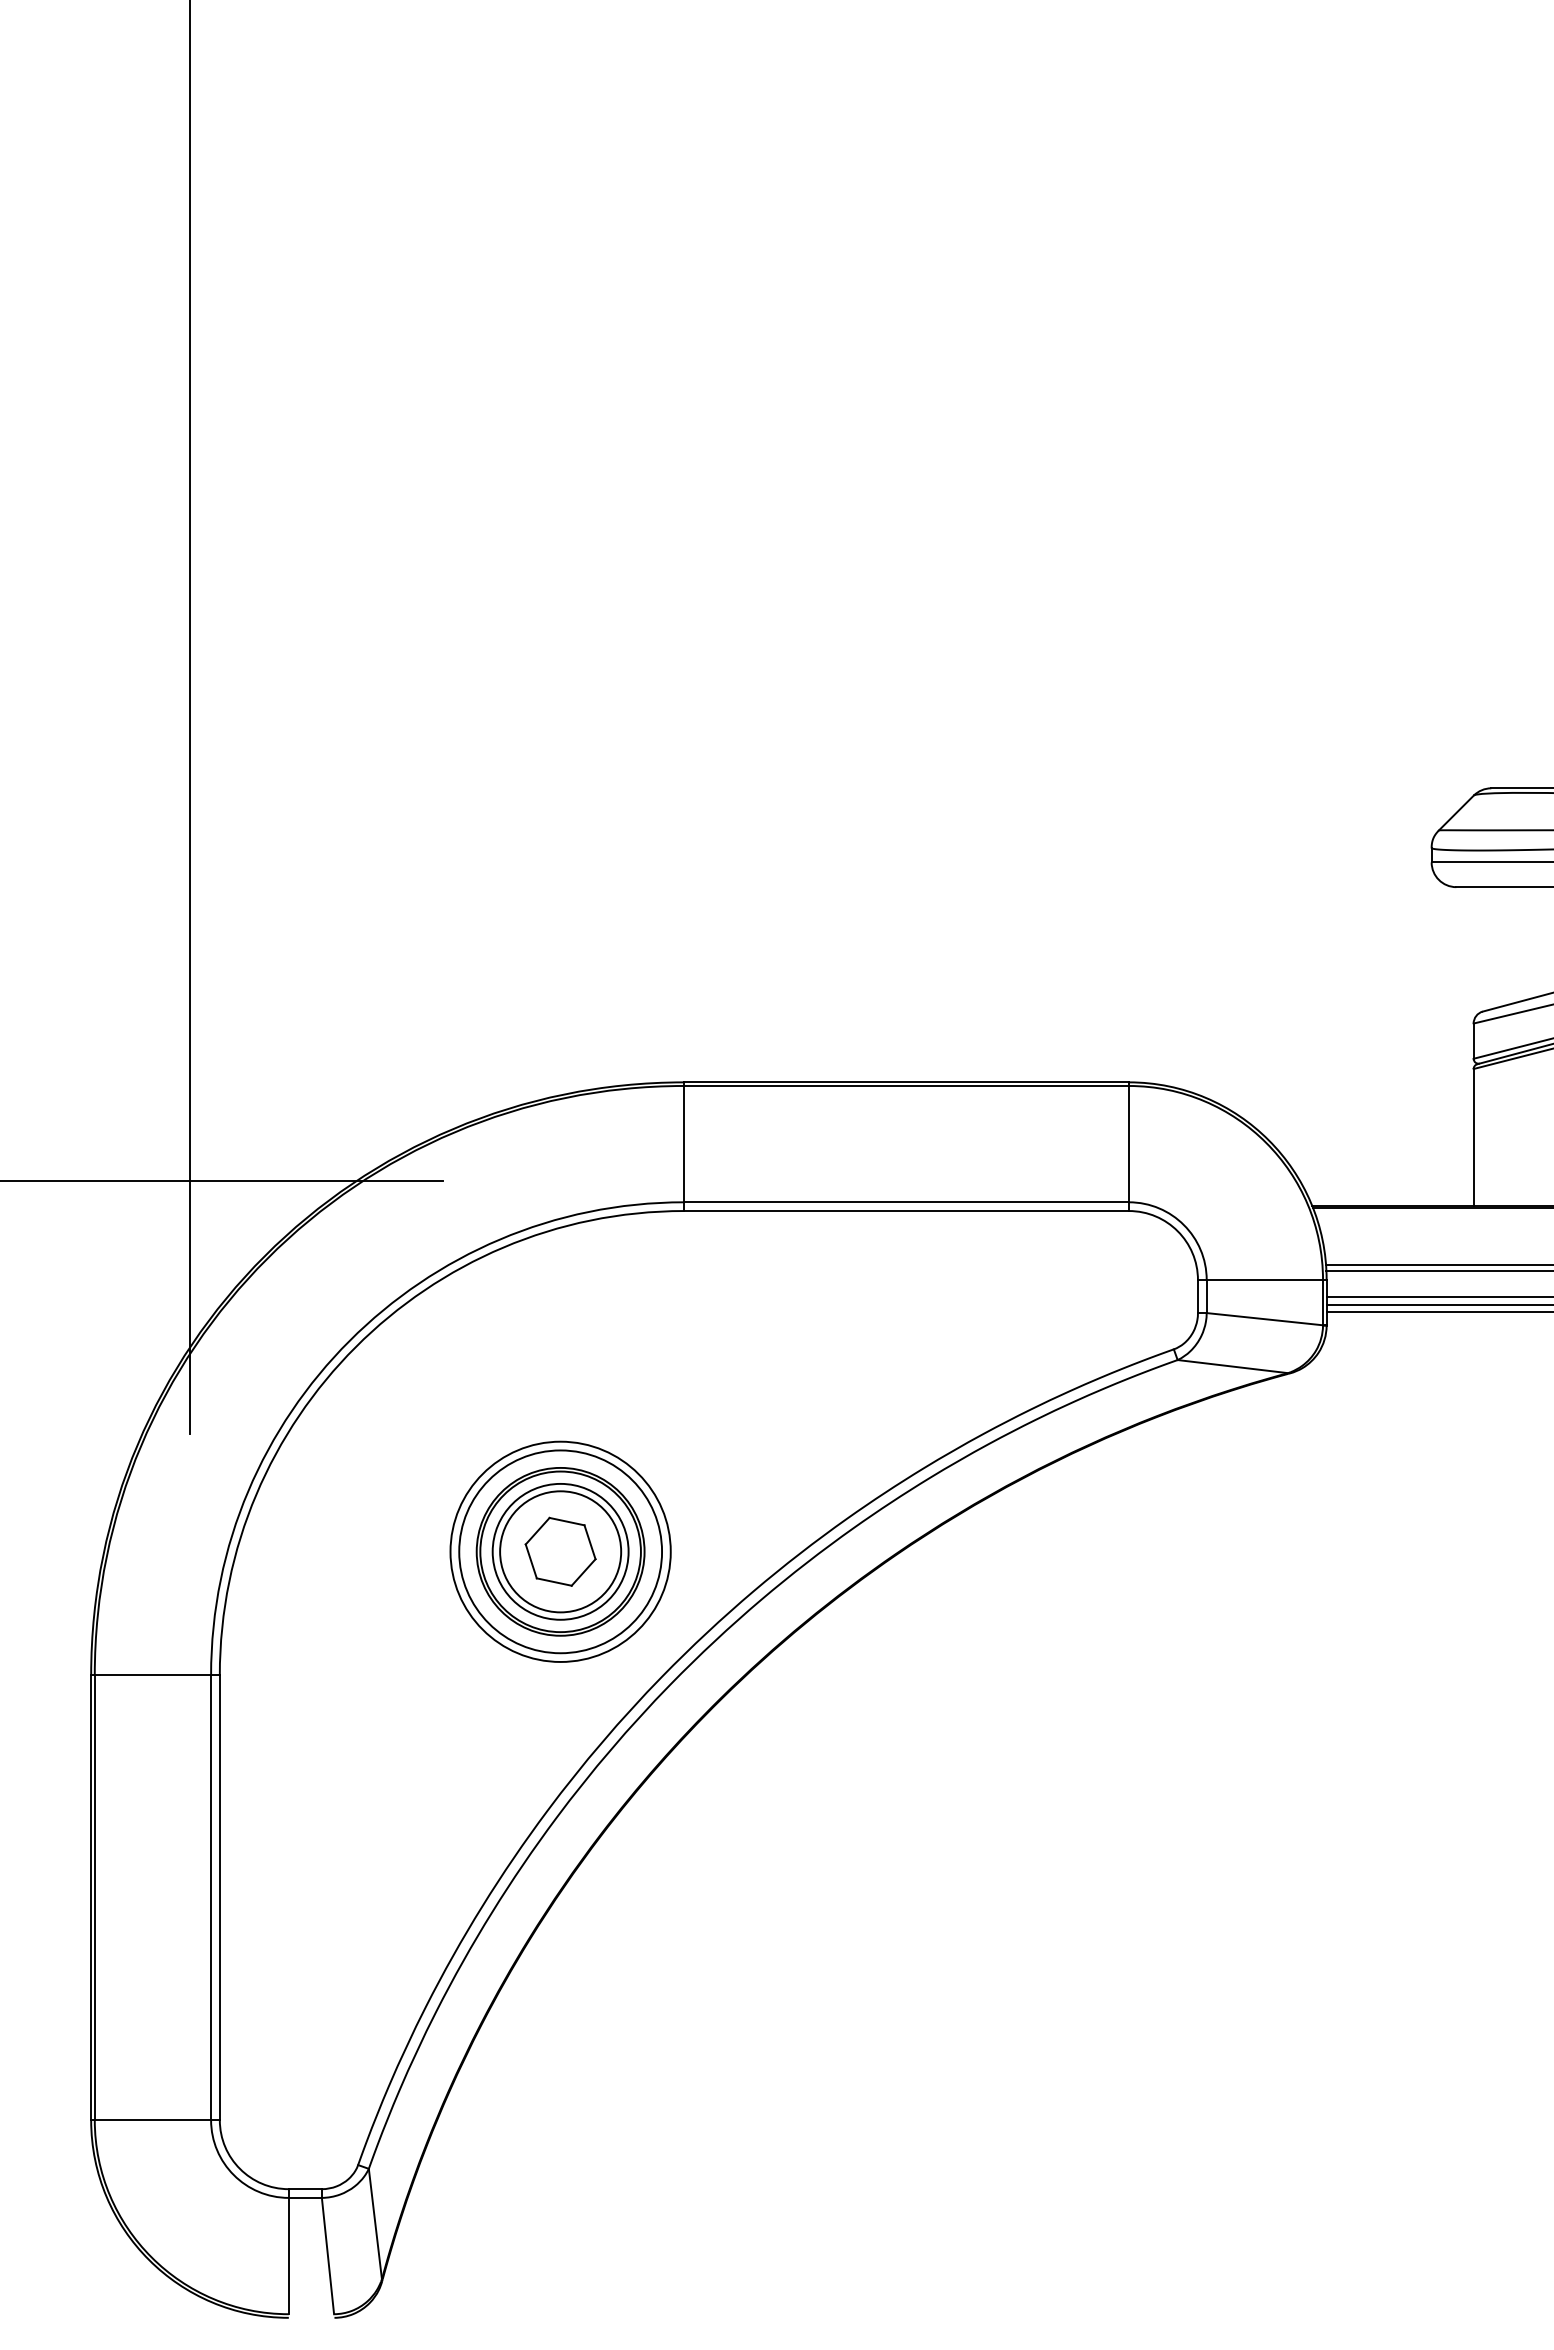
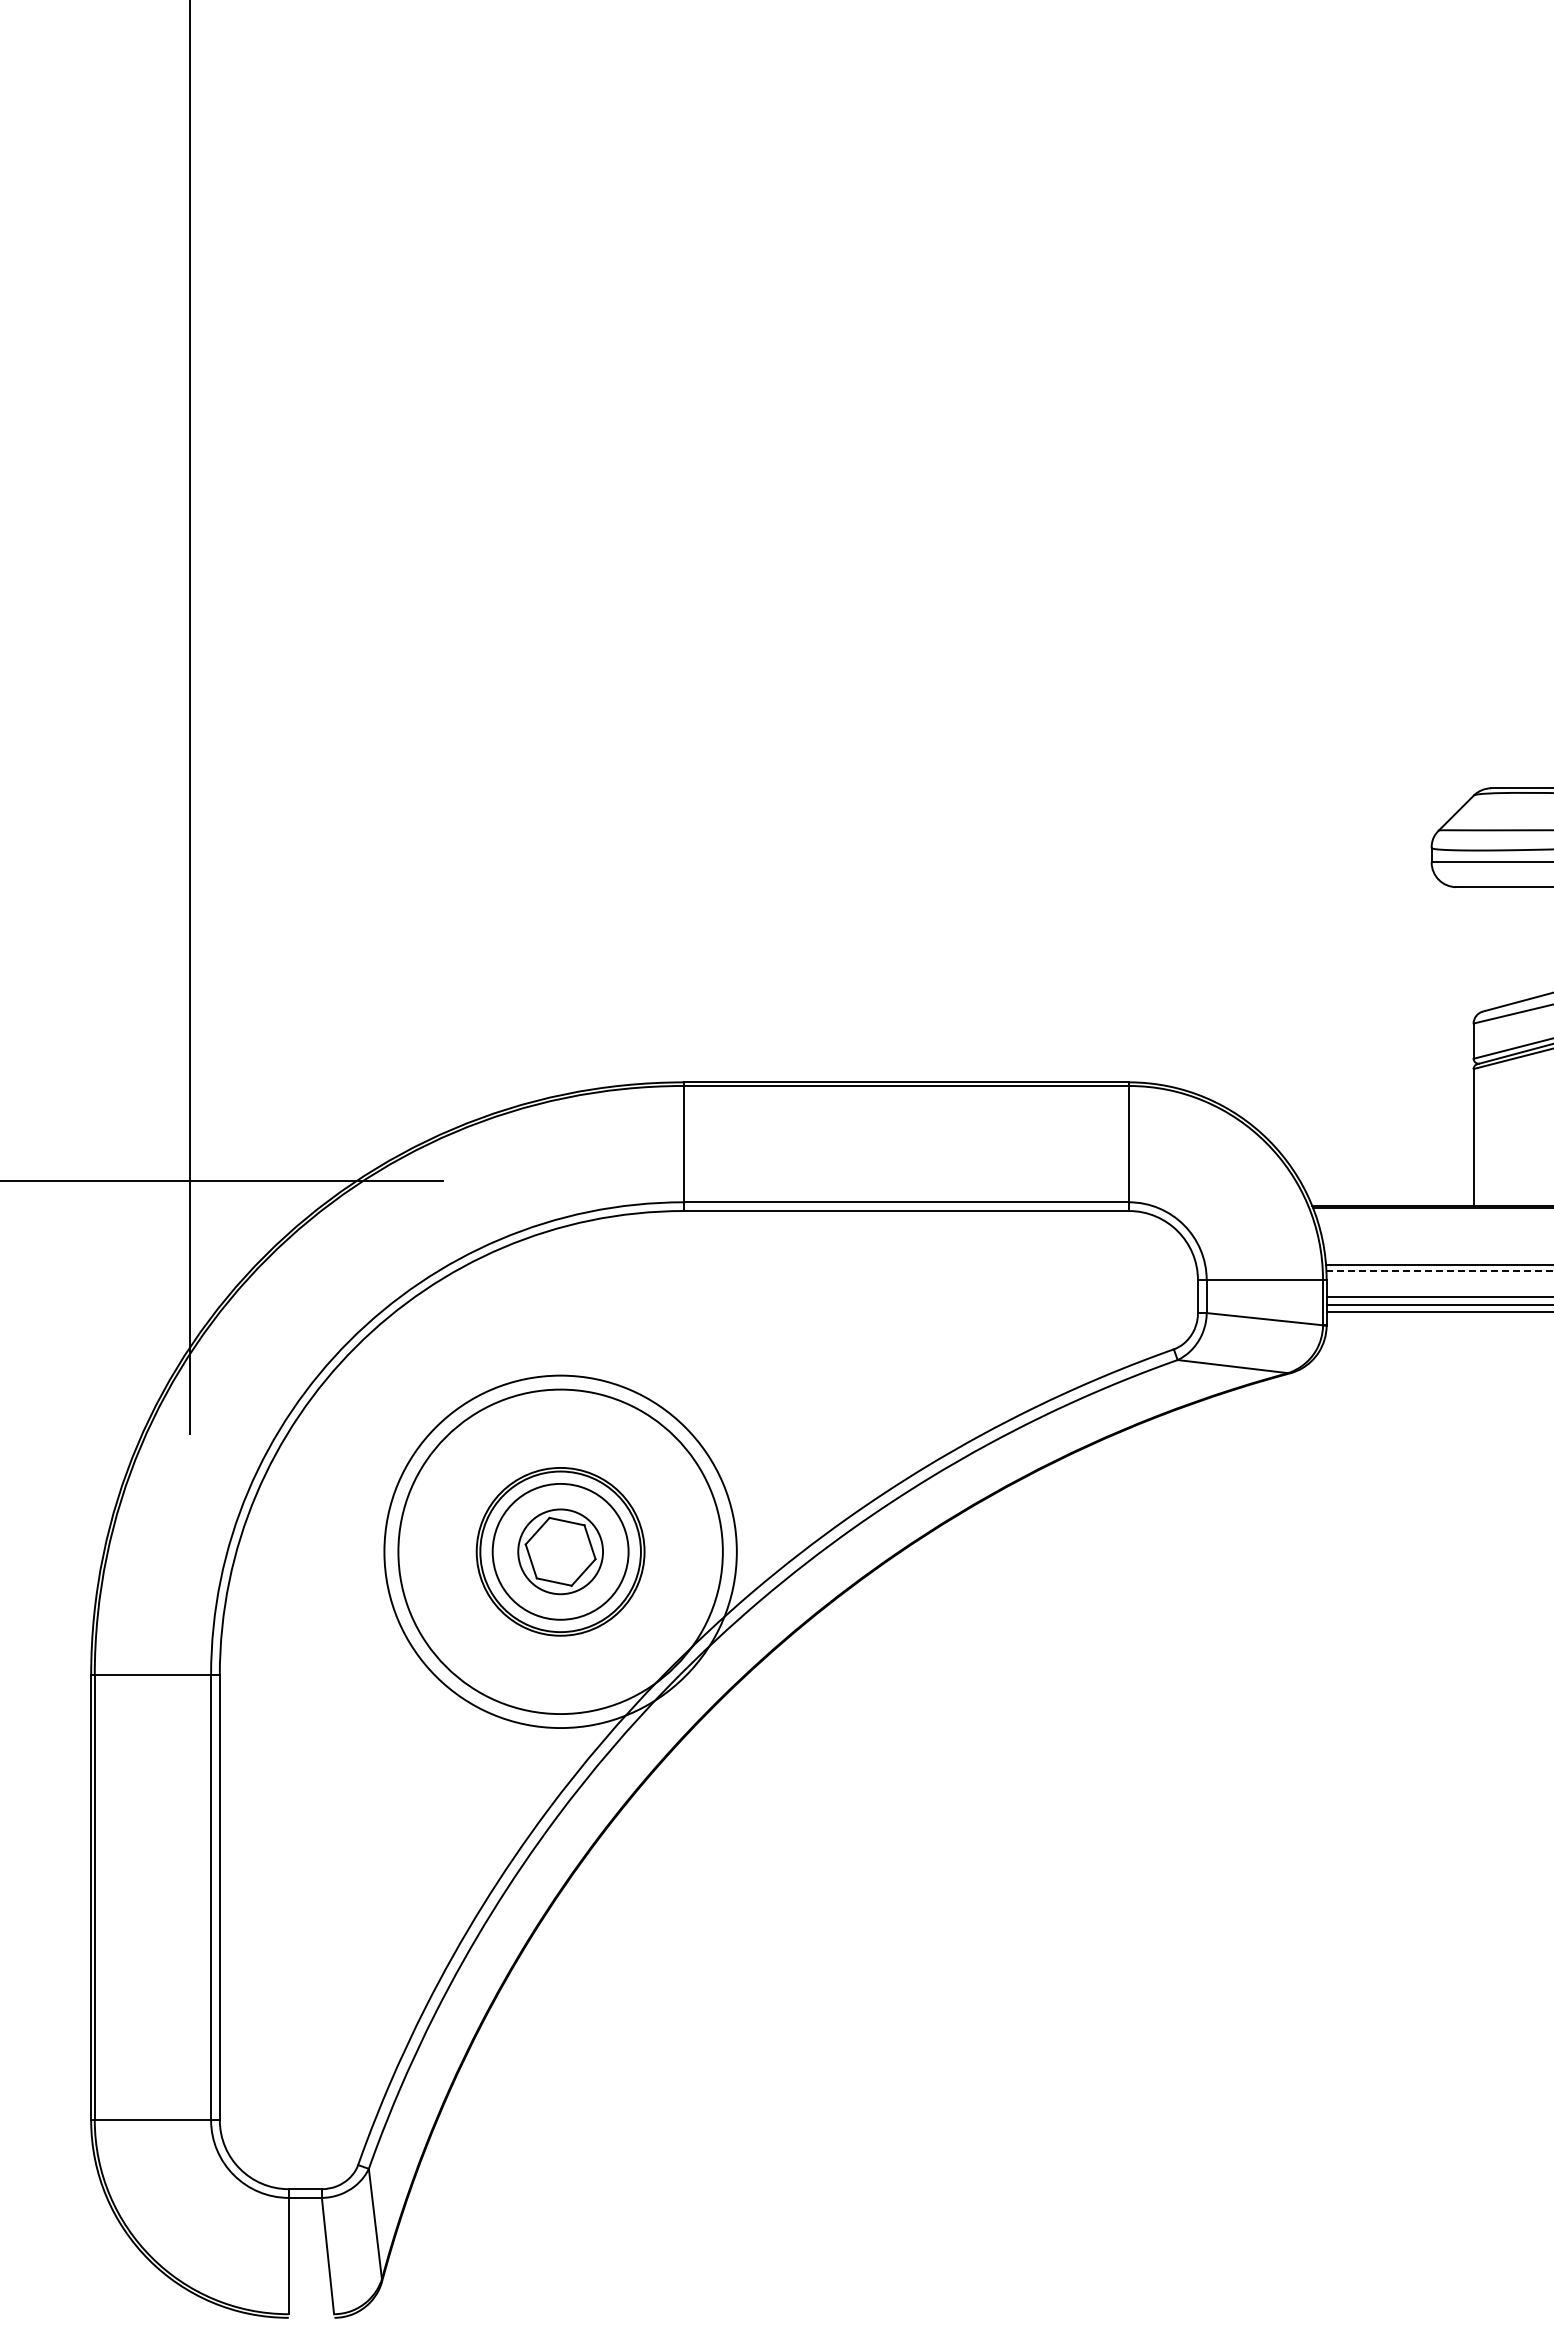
line at (1440, 1271): solid -> dashed
circle at (560, 1551) diameter: 121 px -> 85 px
circle at (560, 1551) diameter: 203 px -> 324 px
circle at (560, 1551) diameter: 220 px -> 352 px
